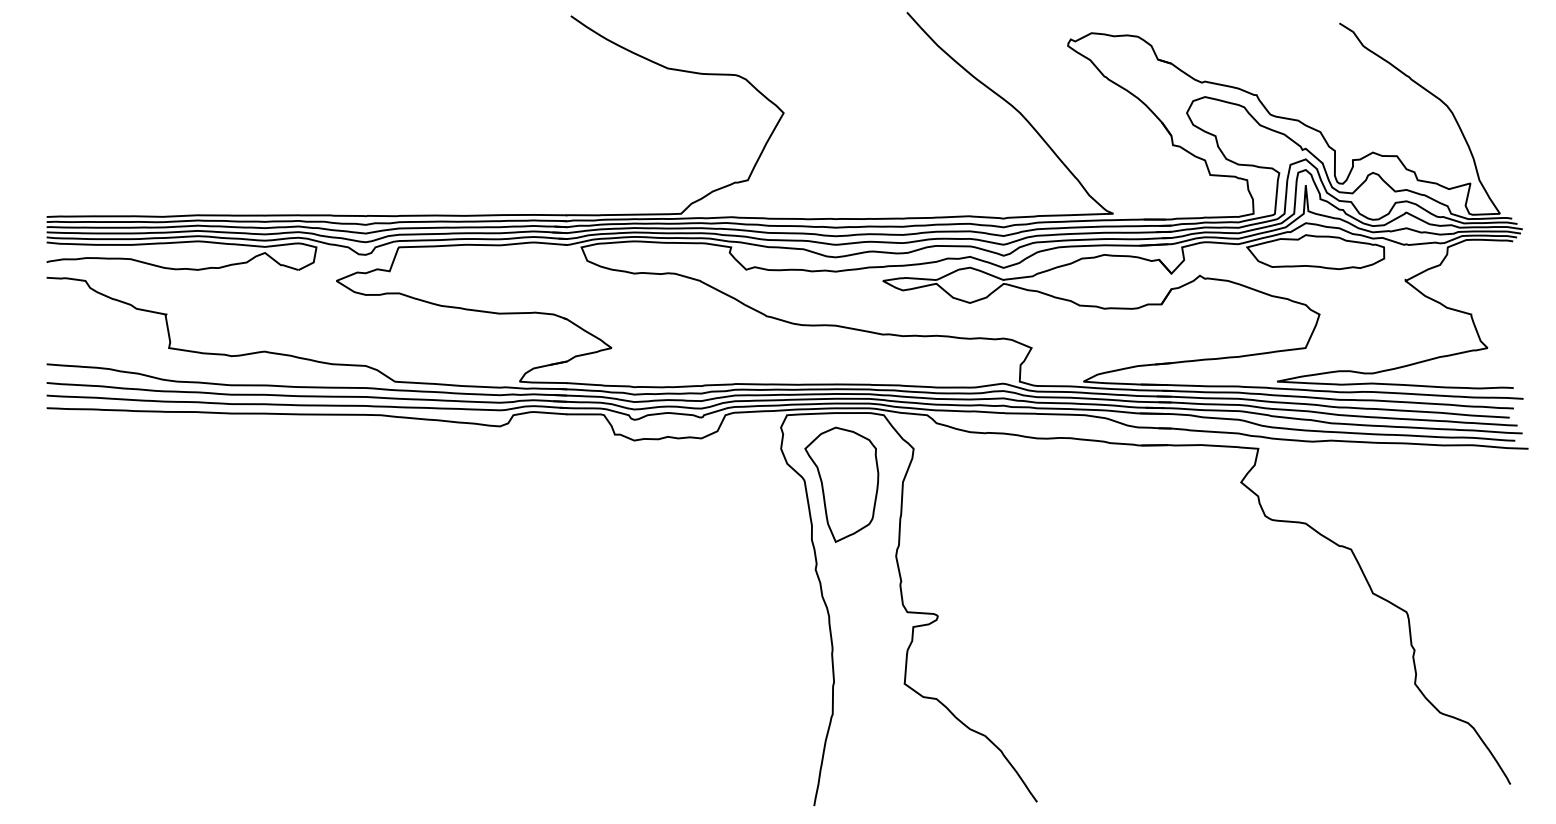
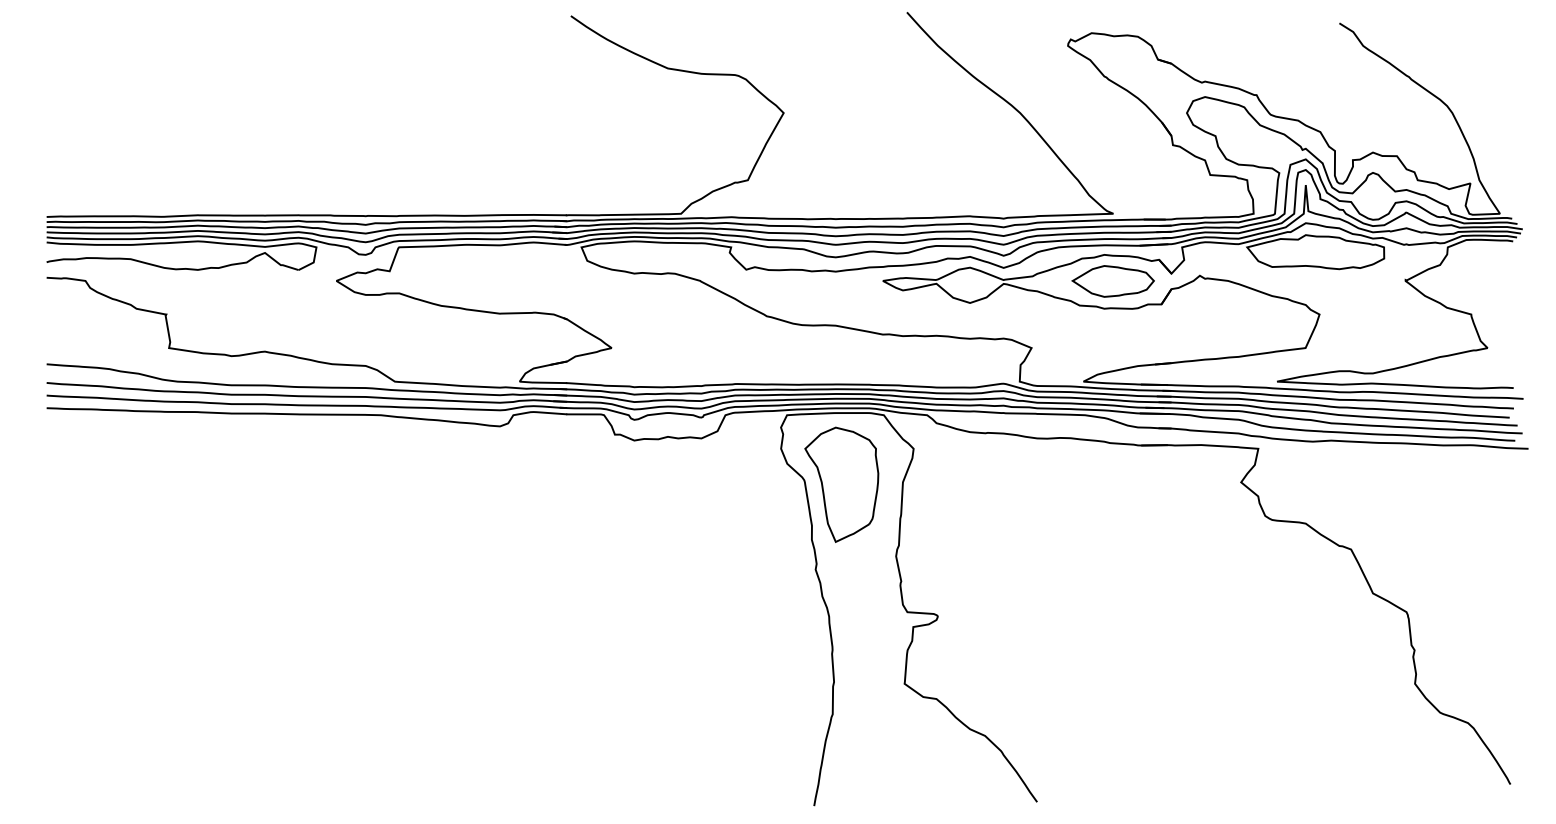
part at (1112, 281): none -> present
